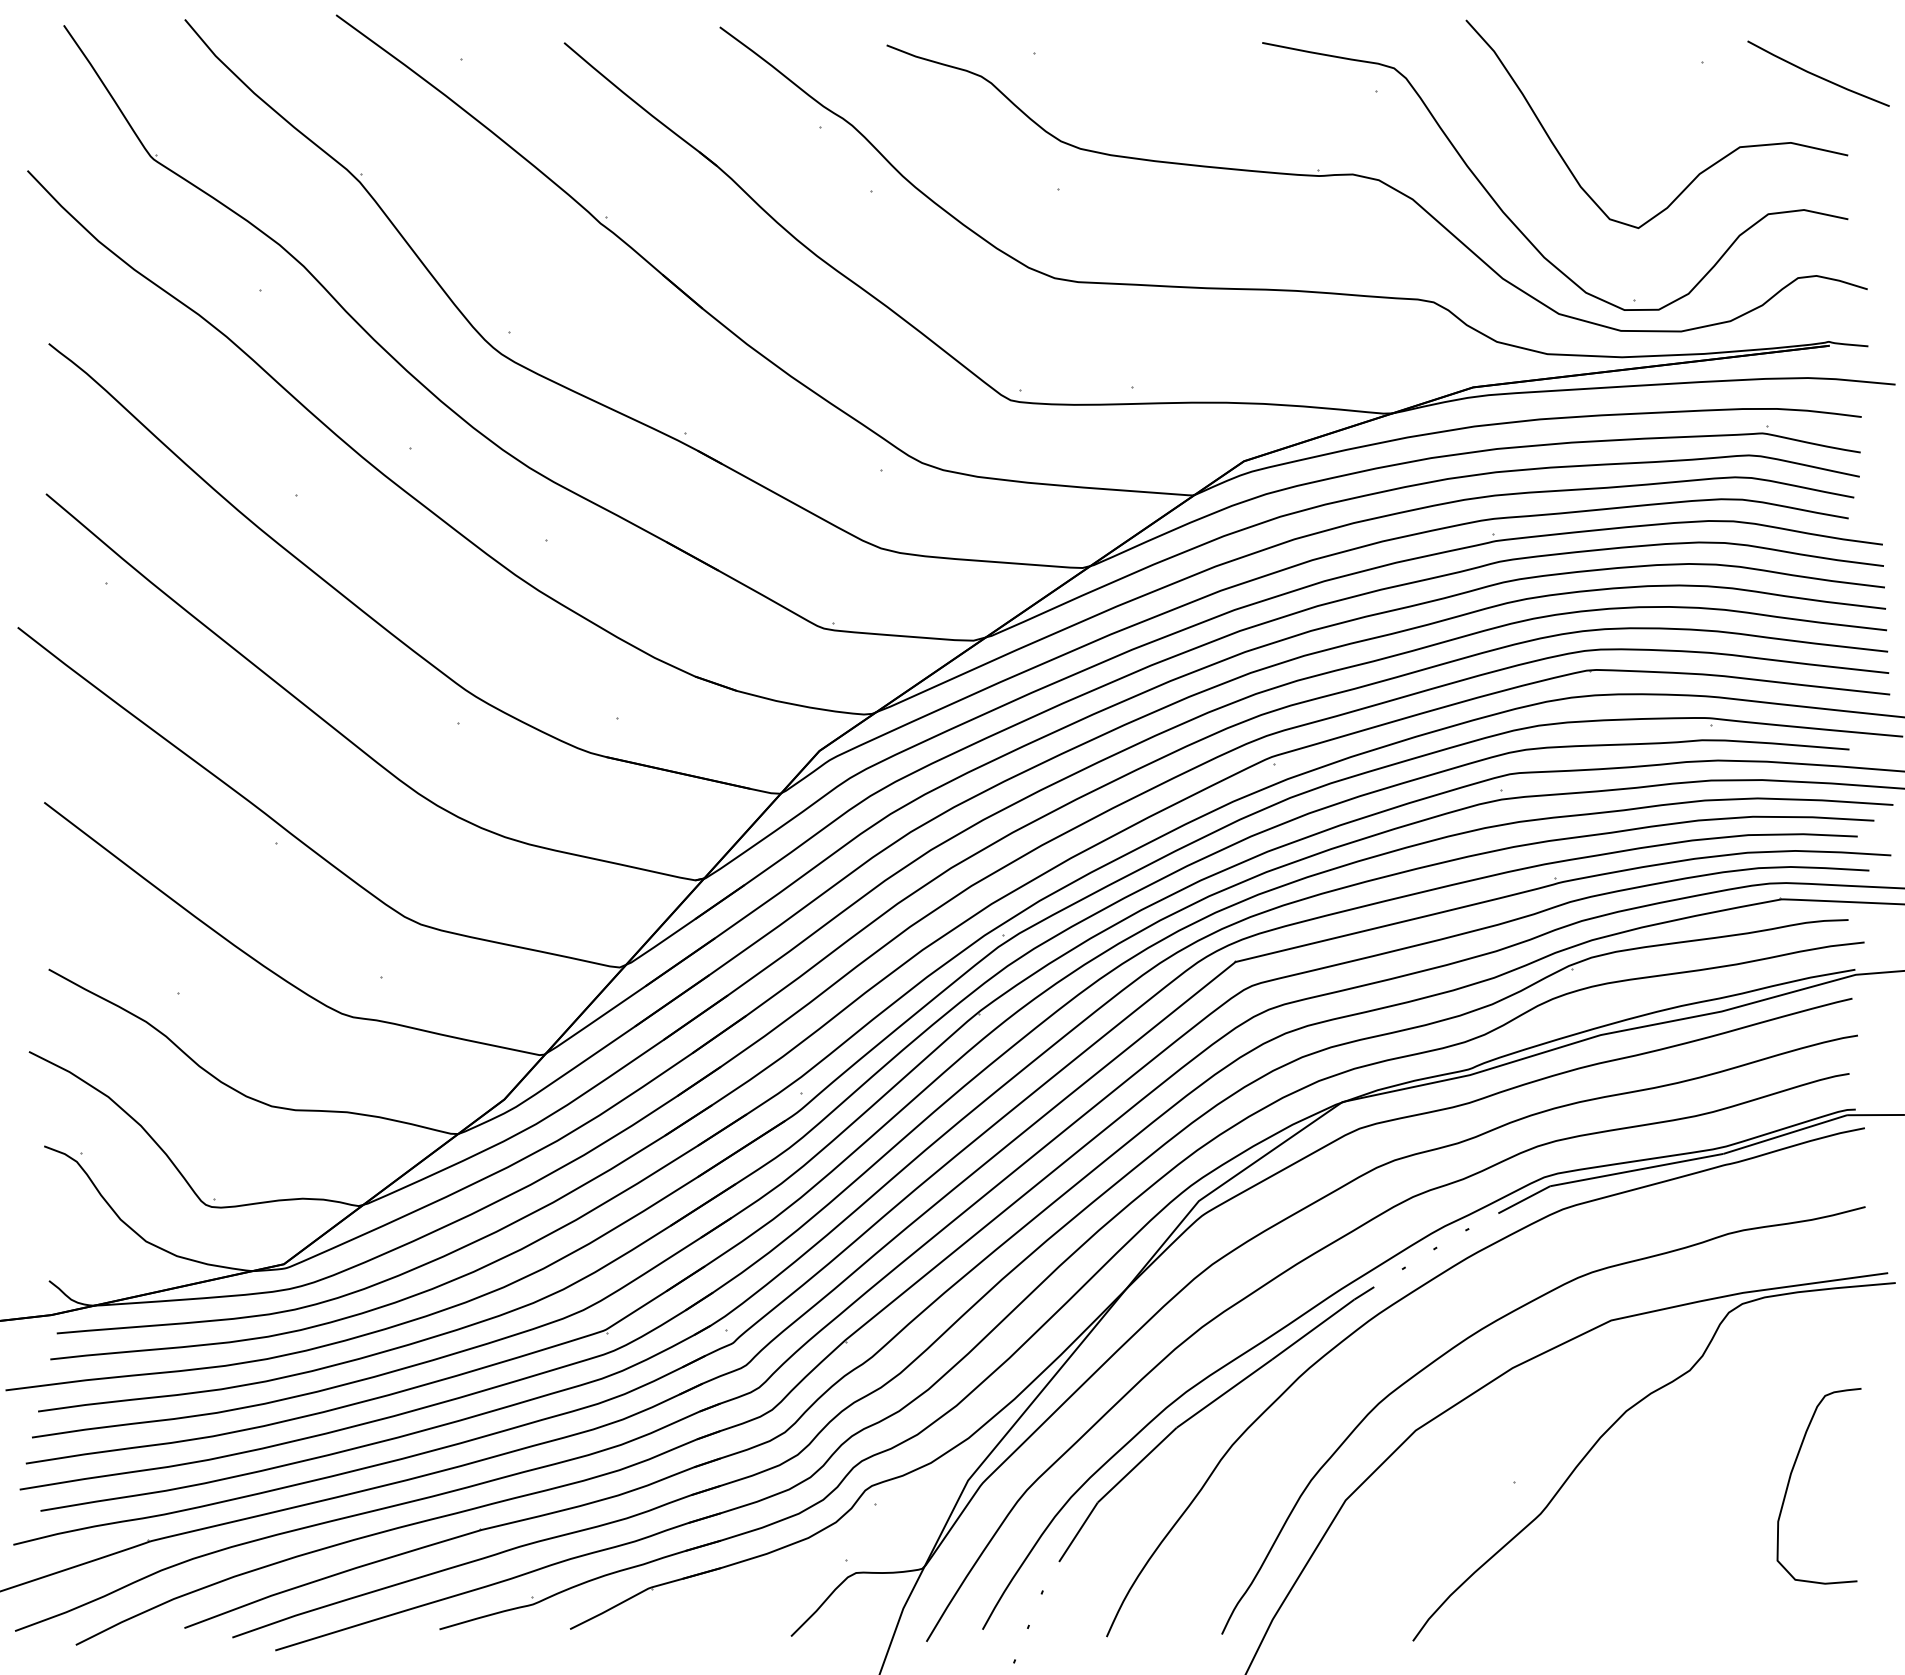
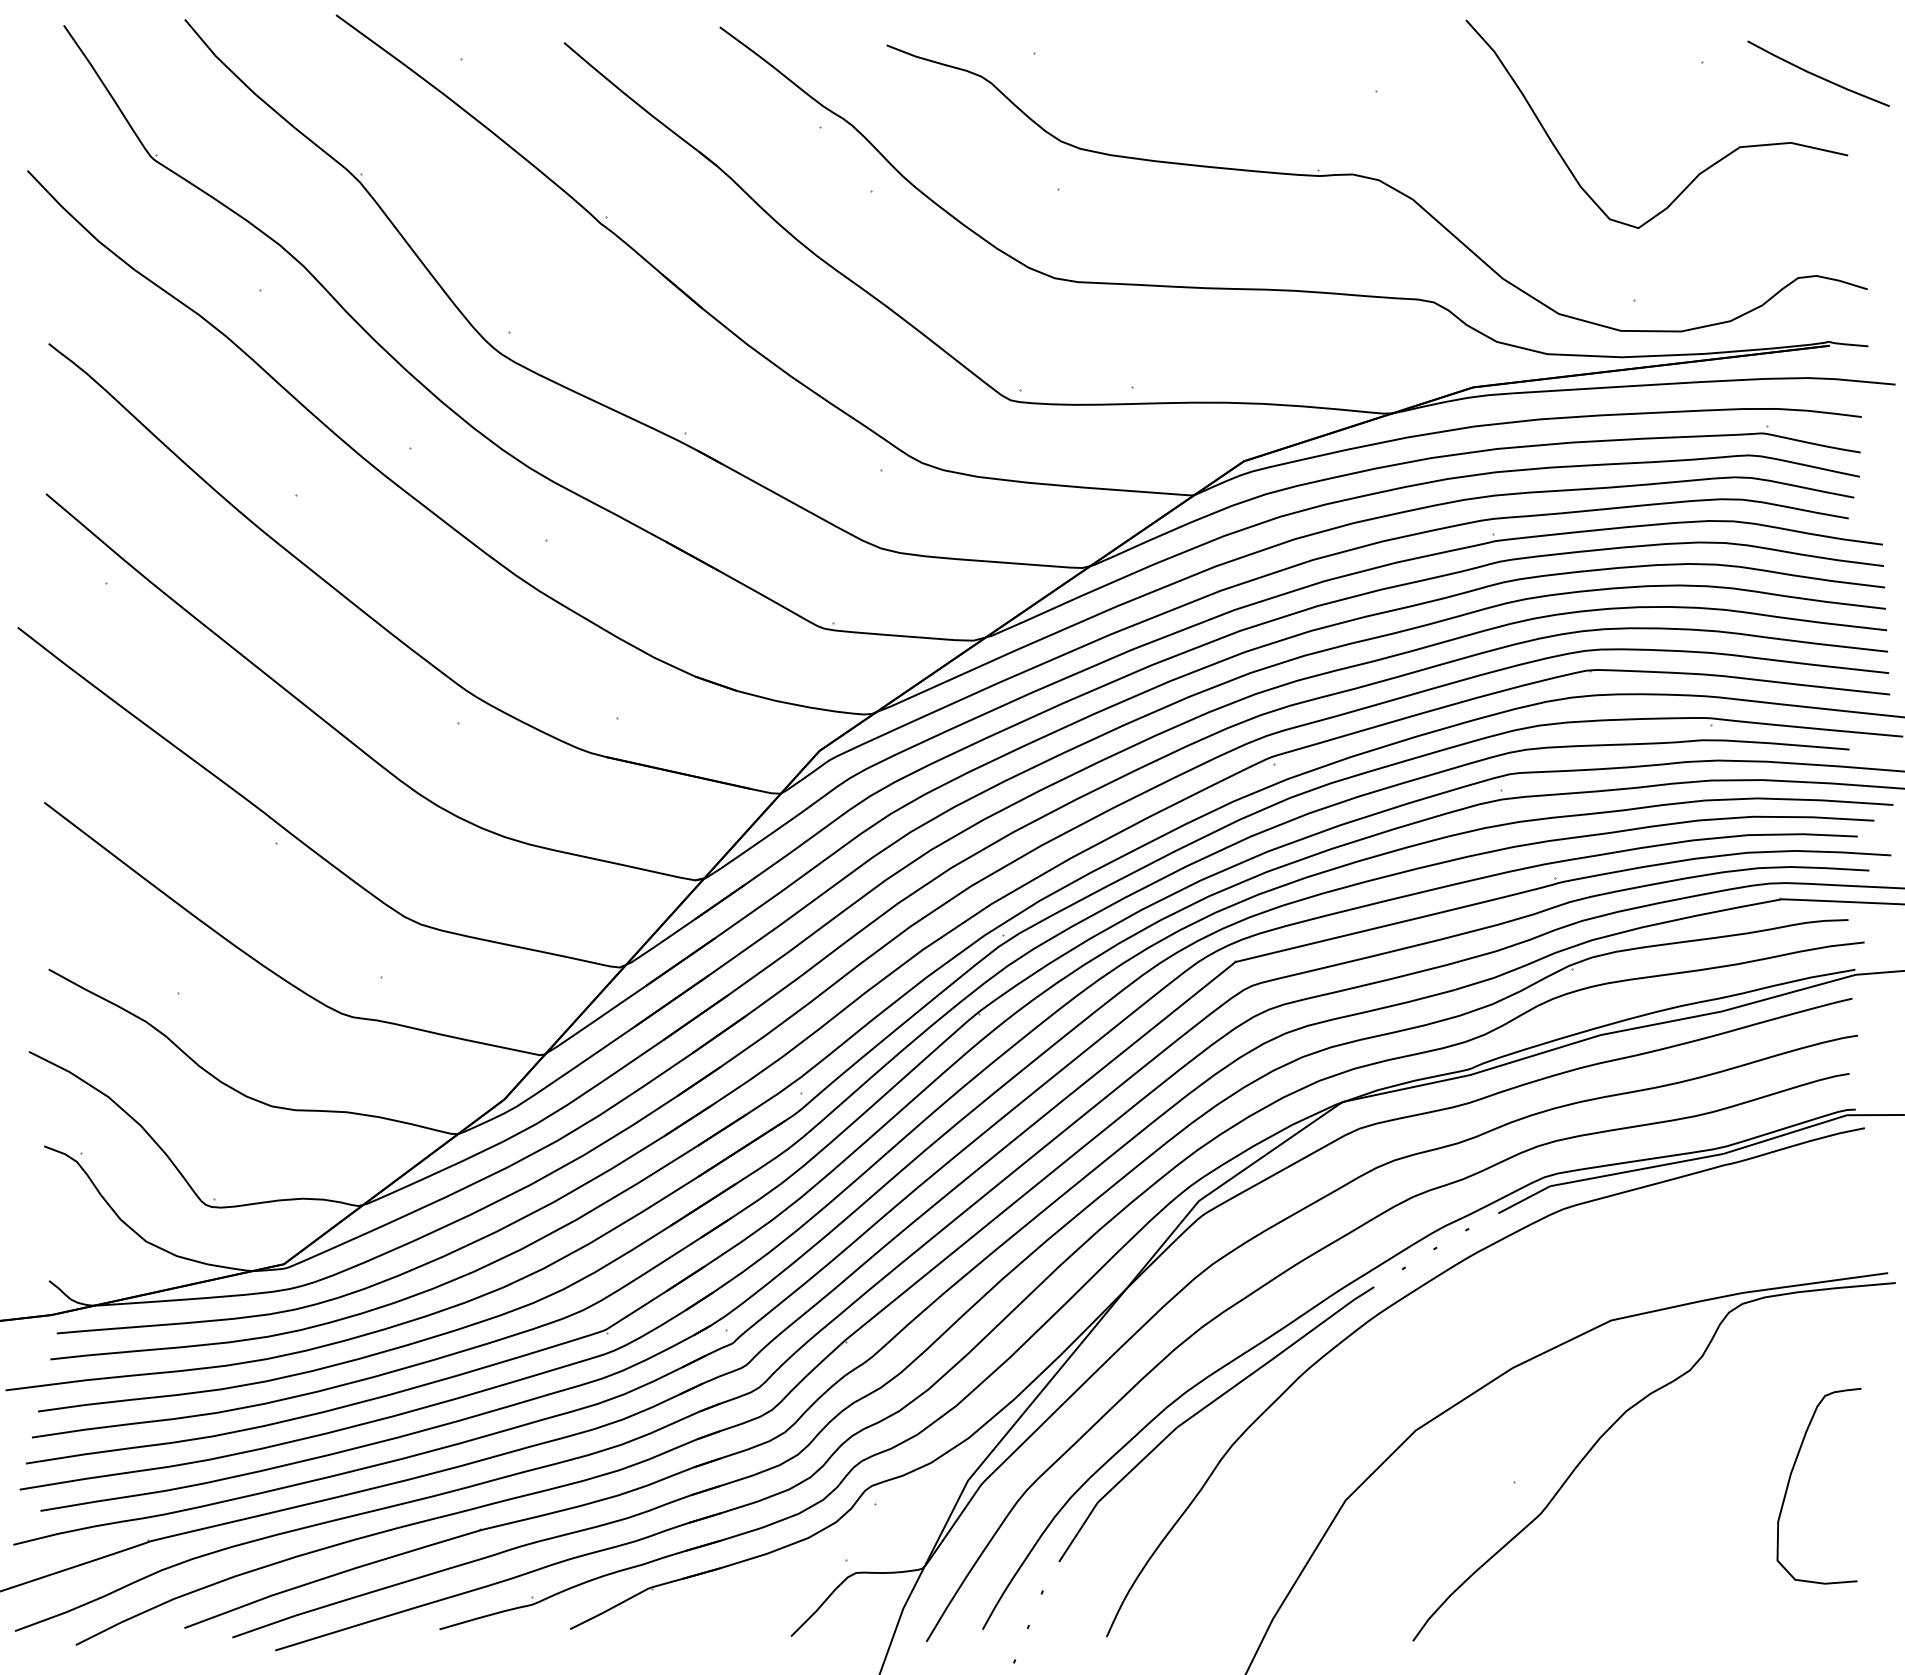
curve at (1511, 219): present -> none
curve at (1492, 1324): present -> none
